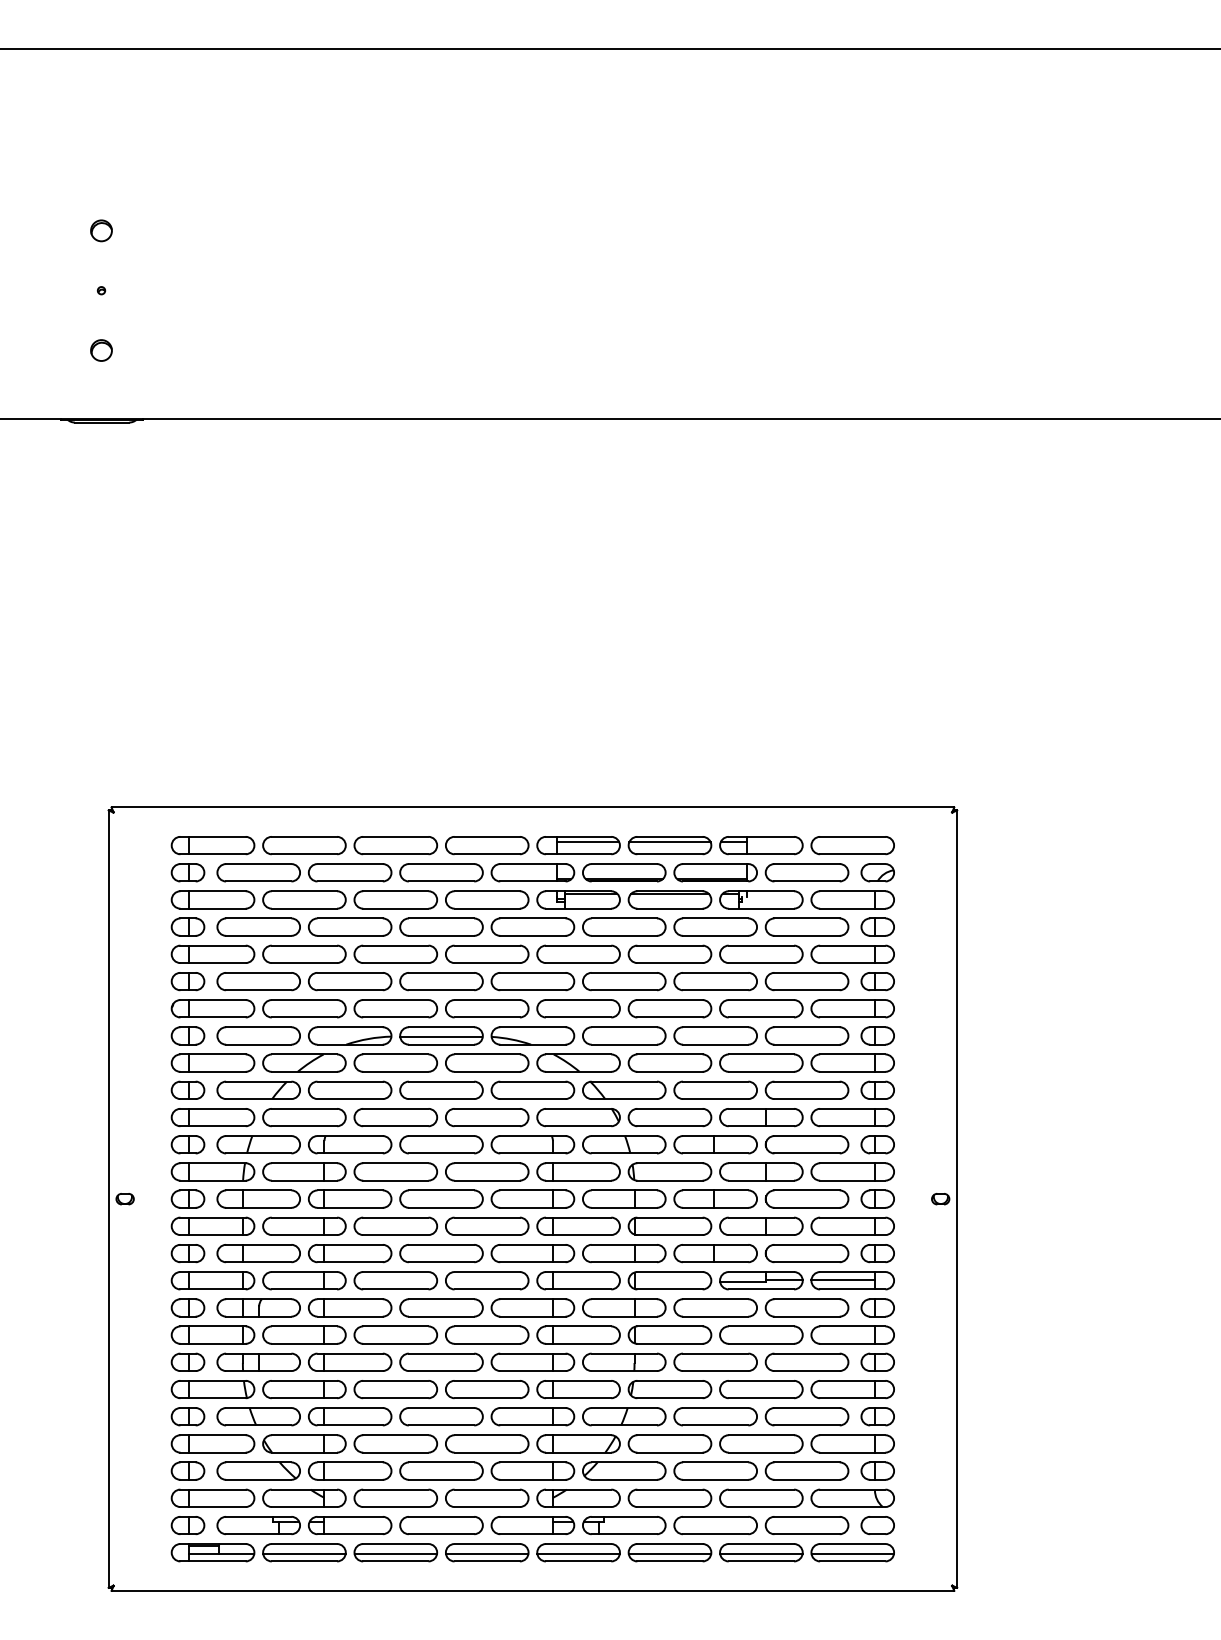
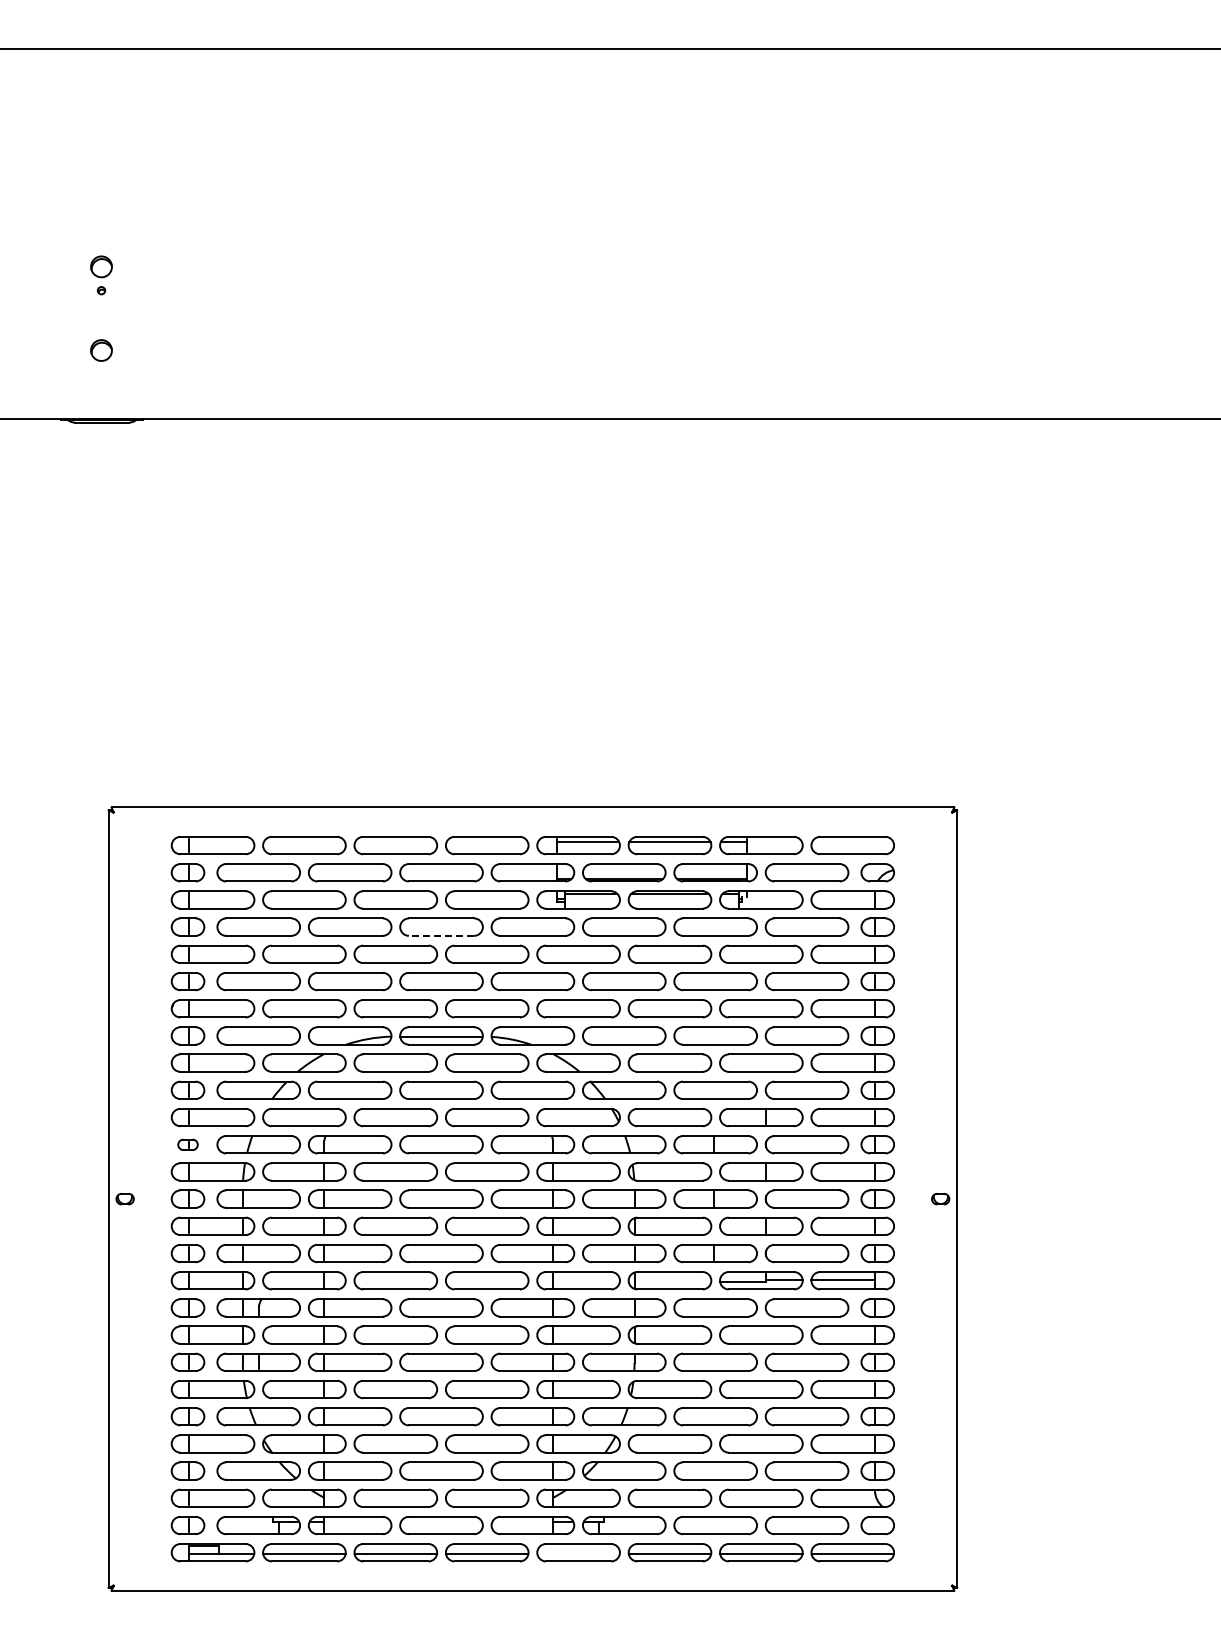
part at (101, 230) position: (101, 230) -> (101, 266)
line at (441, 935): solid -> dashed
part at (187, 1144) size: 36x20 px -> 22x13 px
line at (578, 1554): present -> none
